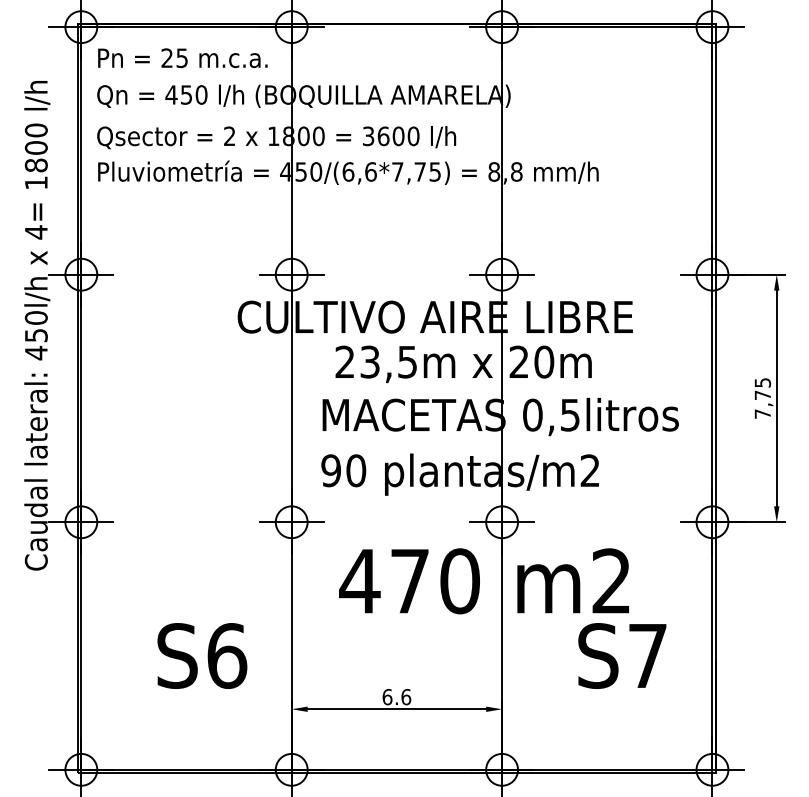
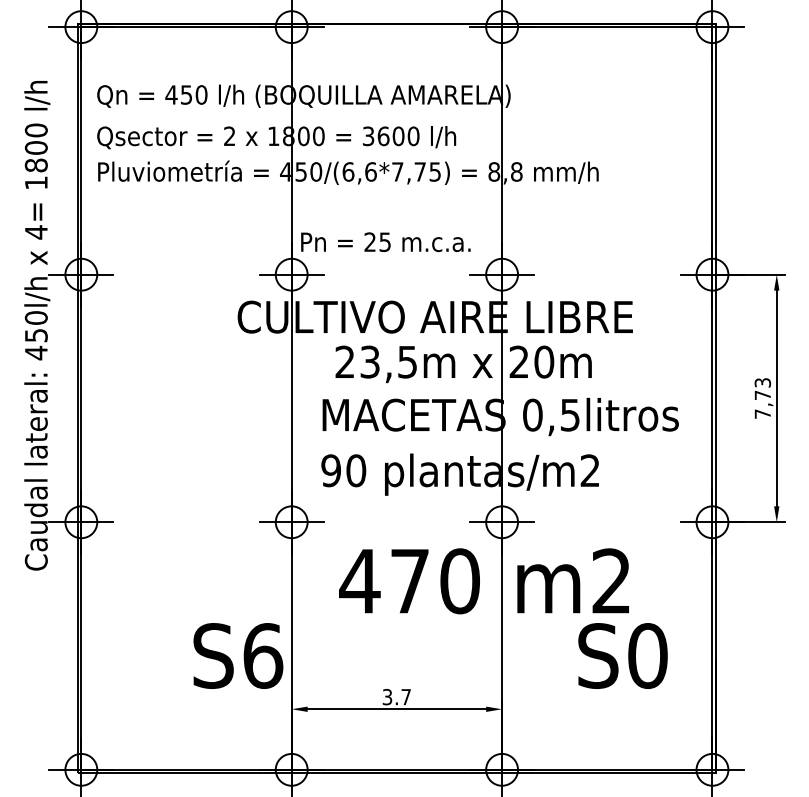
text at (182, 58) position: (182, 58) -> (385, 242)
text at (762, 382): 7,75 -> 7,73
text at (202, 655) position: (202, 655) -> (238, 655)
text at (647, 655): S7 -> S0
text at (396, 697): 6.6 -> 3.7
